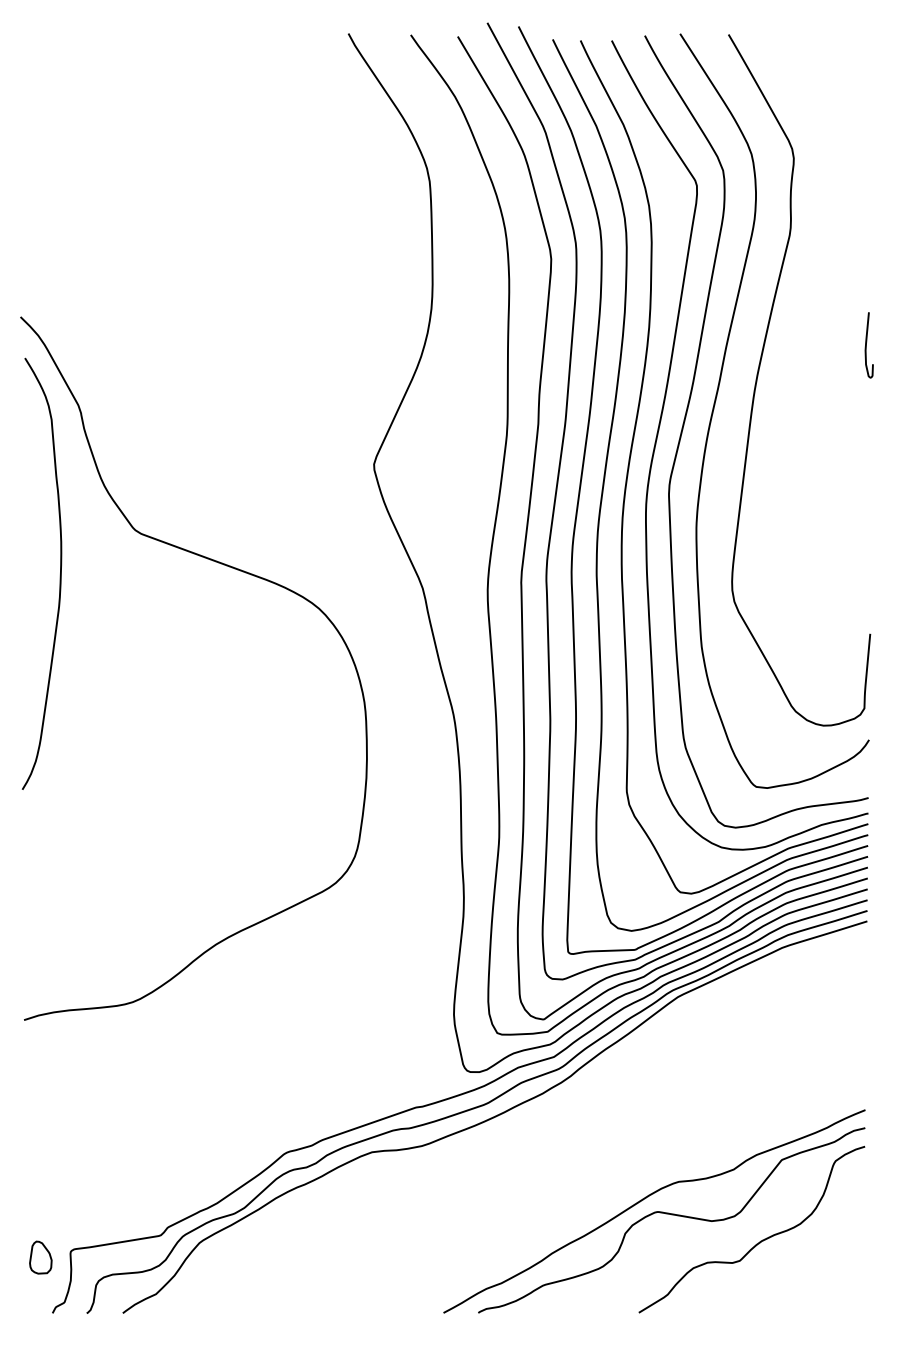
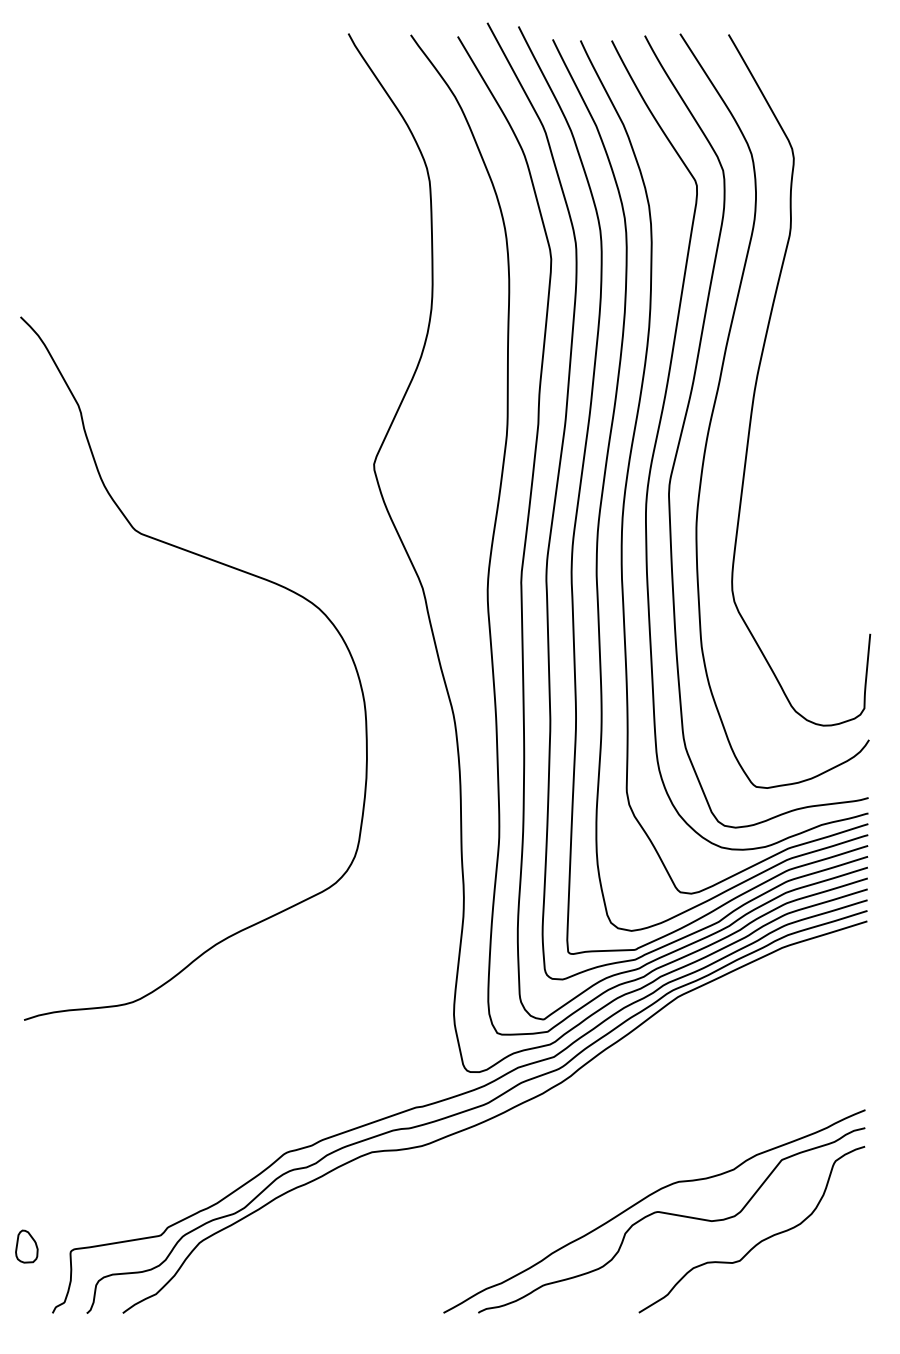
curve at (866, 345): present -> none
curve at (59, 575): present -> none
part at (40, 1257) position: (40, 1257) -> (26, 1246)
